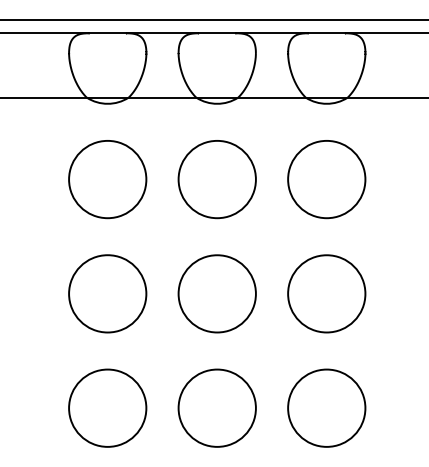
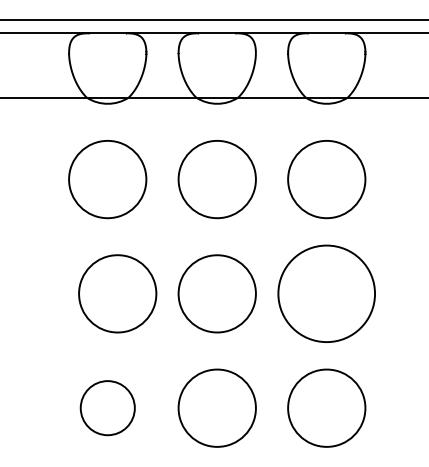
part at (107, 293) position: (107, 293) -> (117, 293)
part at (326, 293) size: 80x80 px -> 99x99 px
part at (107, 407) size: 80x80 px -> 57x57 px
